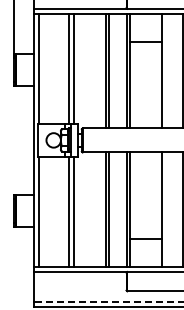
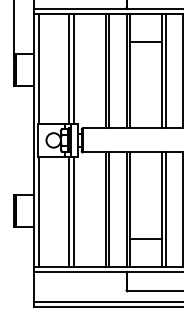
line at (165, 70): none -> present
line at (165, 209): none -> present
line at (108, 302): dashed -> solid
